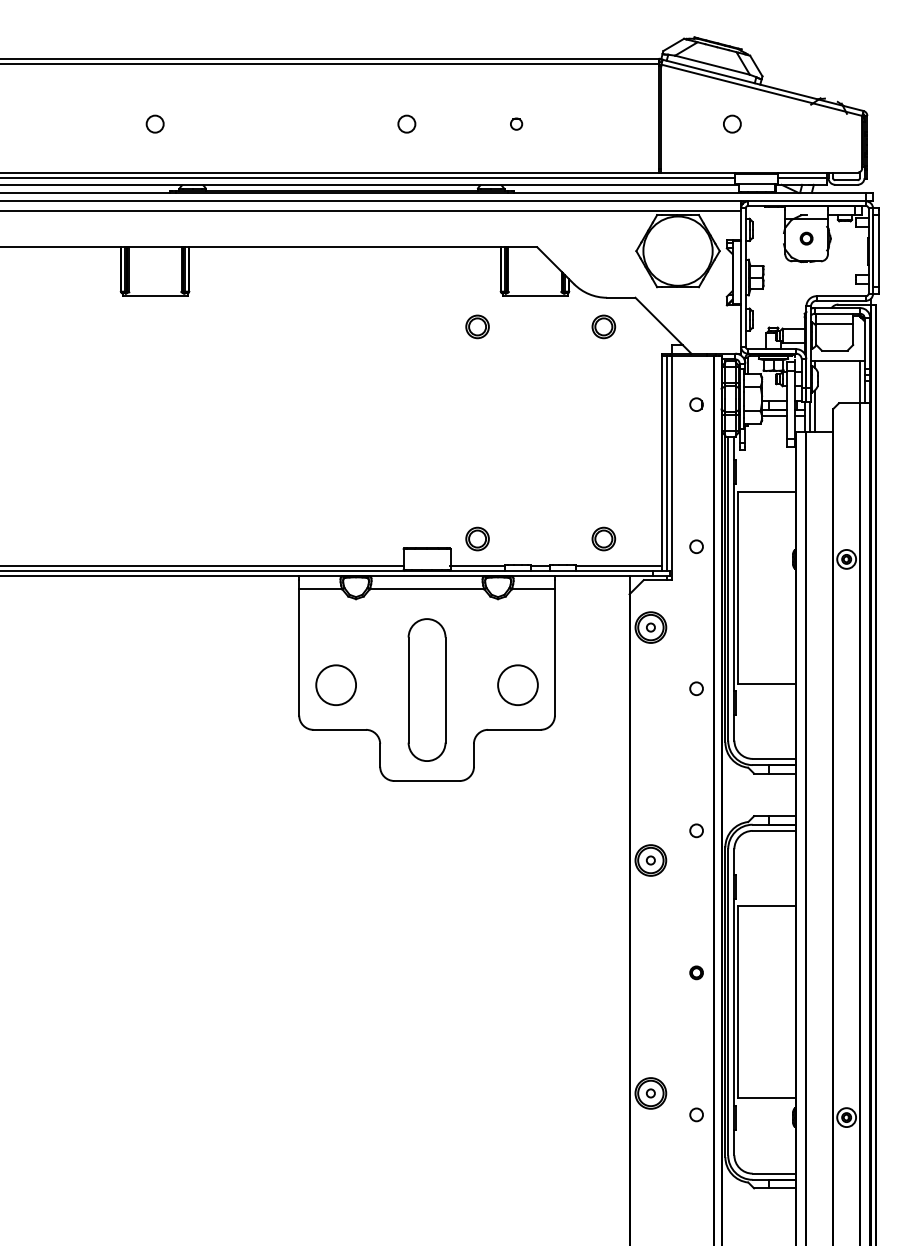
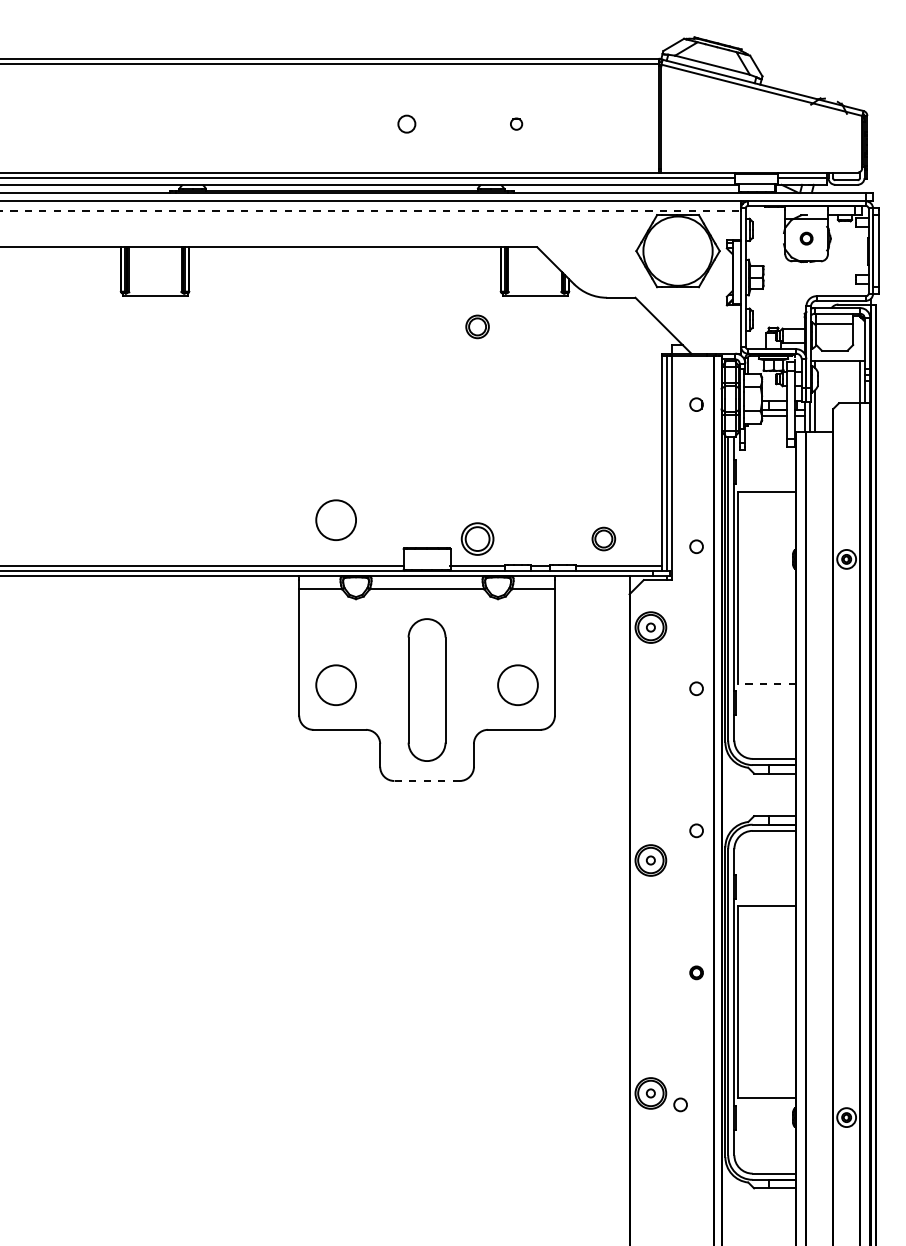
circle at (154, 123): present -> none
circle at (732, 123): present -> none
line at (371, 211): solid -> dashed
part at (603, 326): present -> none
circle at (335, 519): none -> present
part at (477, 538) size: 25x26 px -> 35x34 px
line at (766, 683): solid -> dashed
line at (427, 781): solid -> dashed
circle at (696, 1114) position: (696, 1114) -> (680, 1104)
